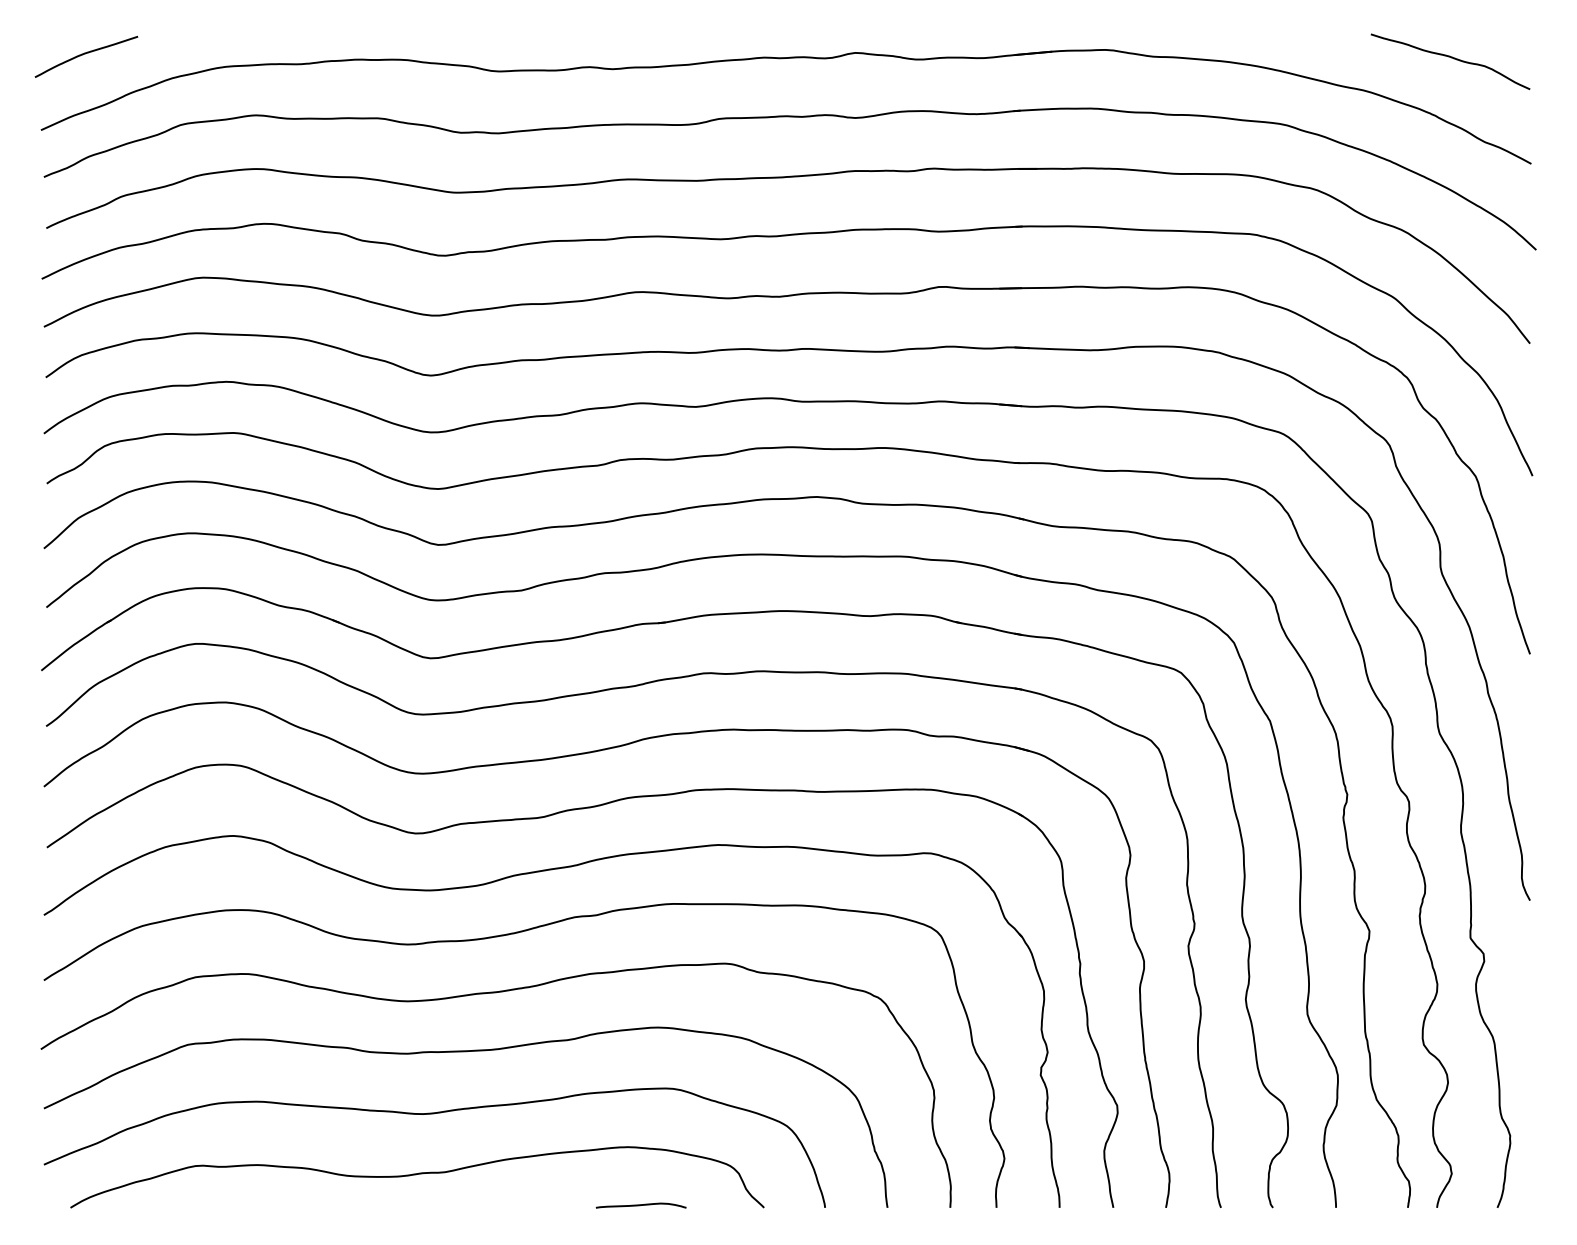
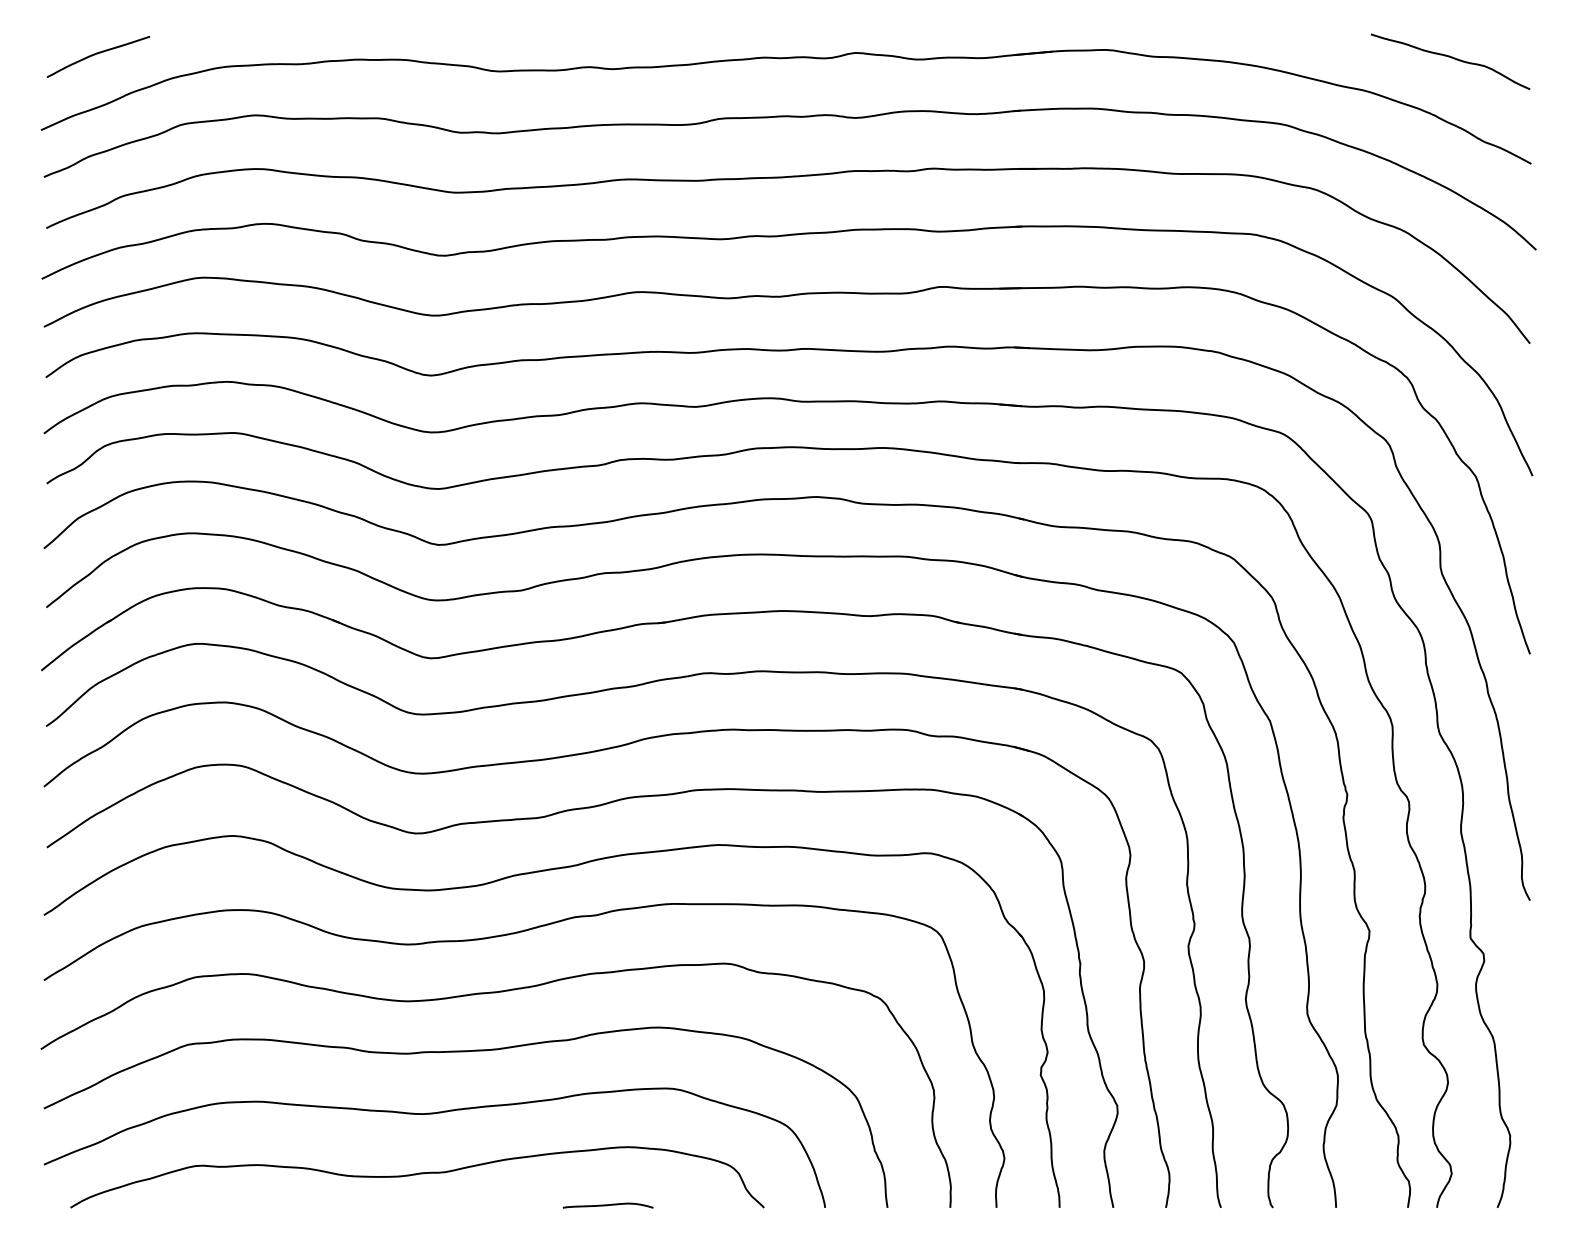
curve at (85, 54) position: (85, 54) -> (97, 54)
curve at (640, 1205) position: (640, 1205) -> (607, 1205)
